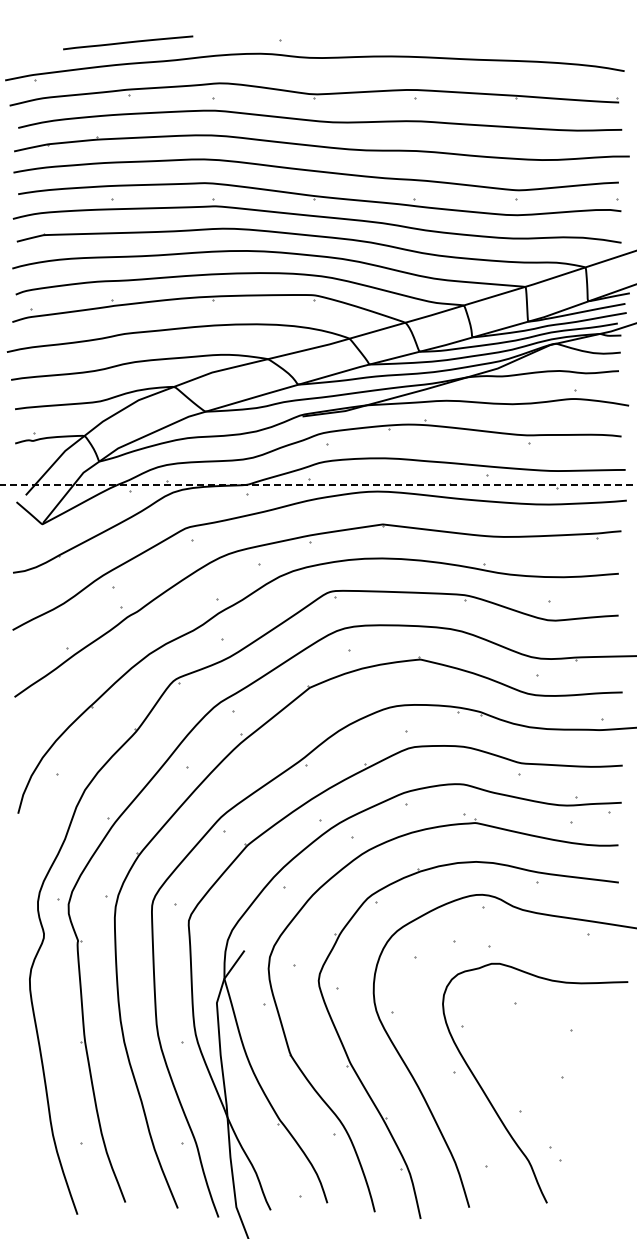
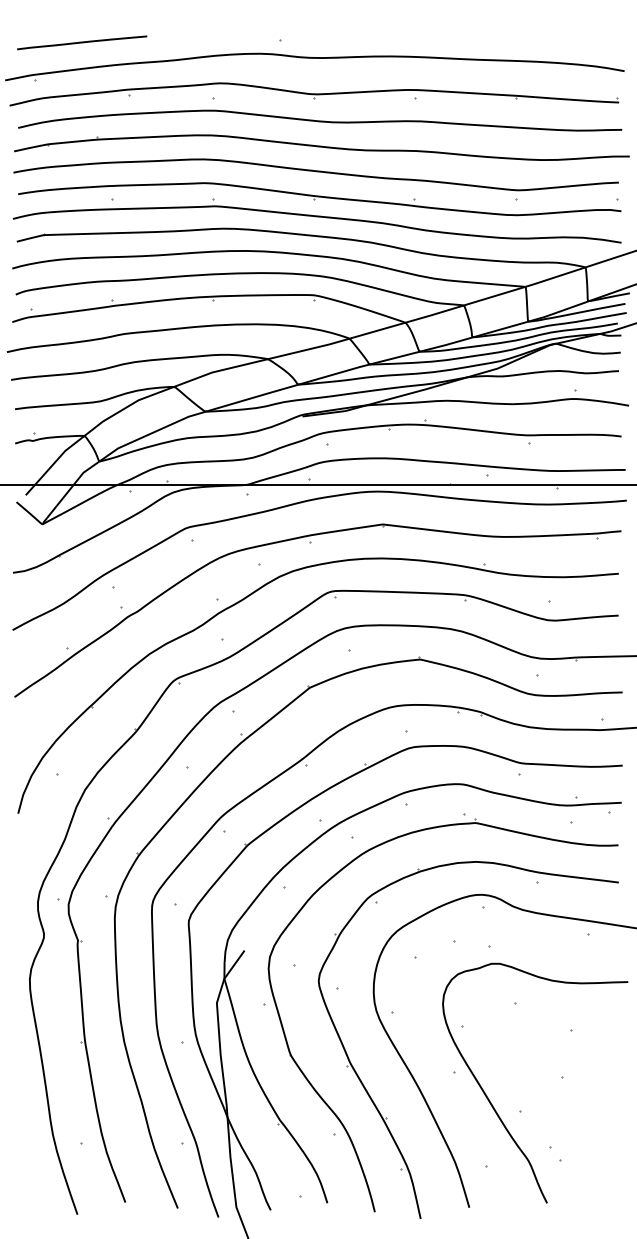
line at (128, 42) position: (128, 42) -> (82, 42)
line at (319, 485): dashed -> solid
